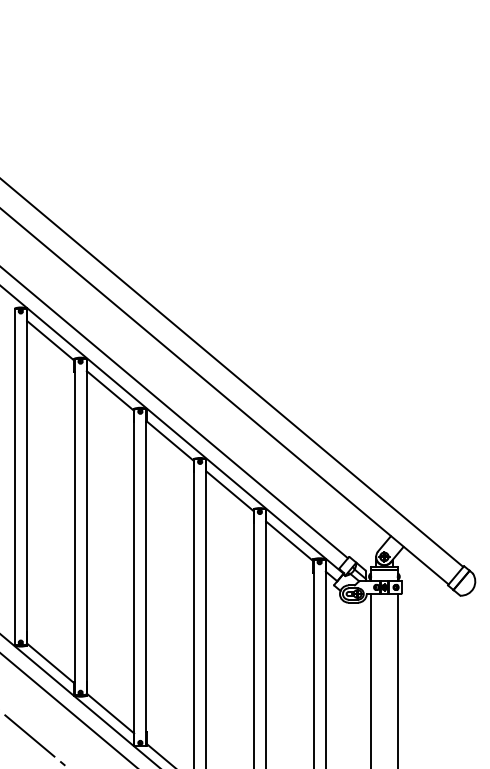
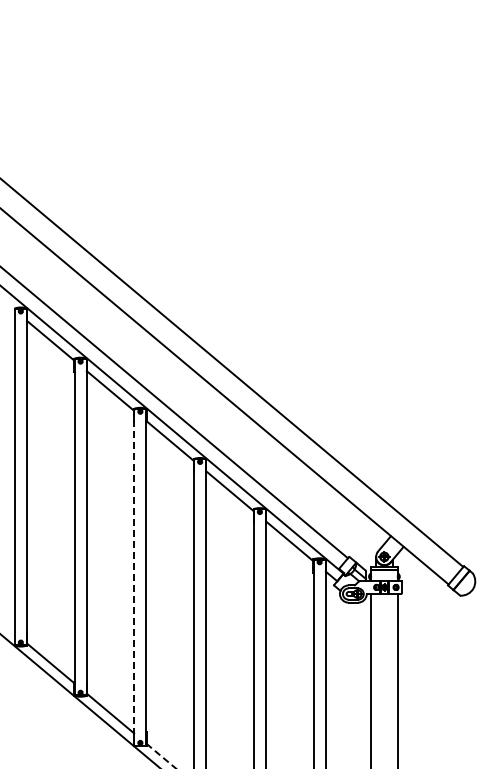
line at (134, 576): solid -> dashed
line at (68, 710): present -> none
line at (33, 739): present -> none
line at (161, 756): solid -> dashed
